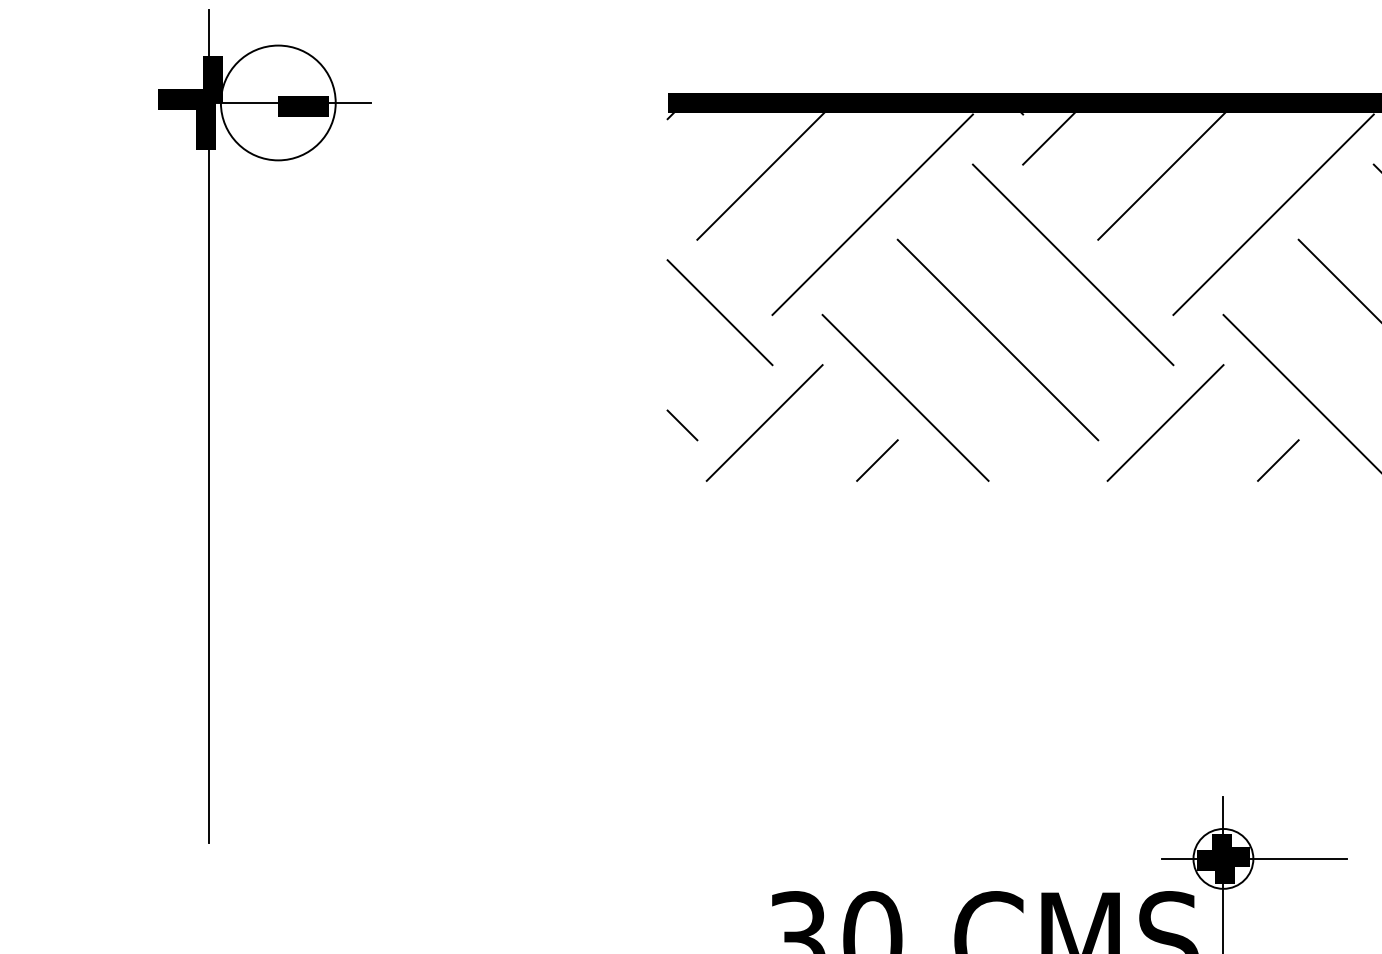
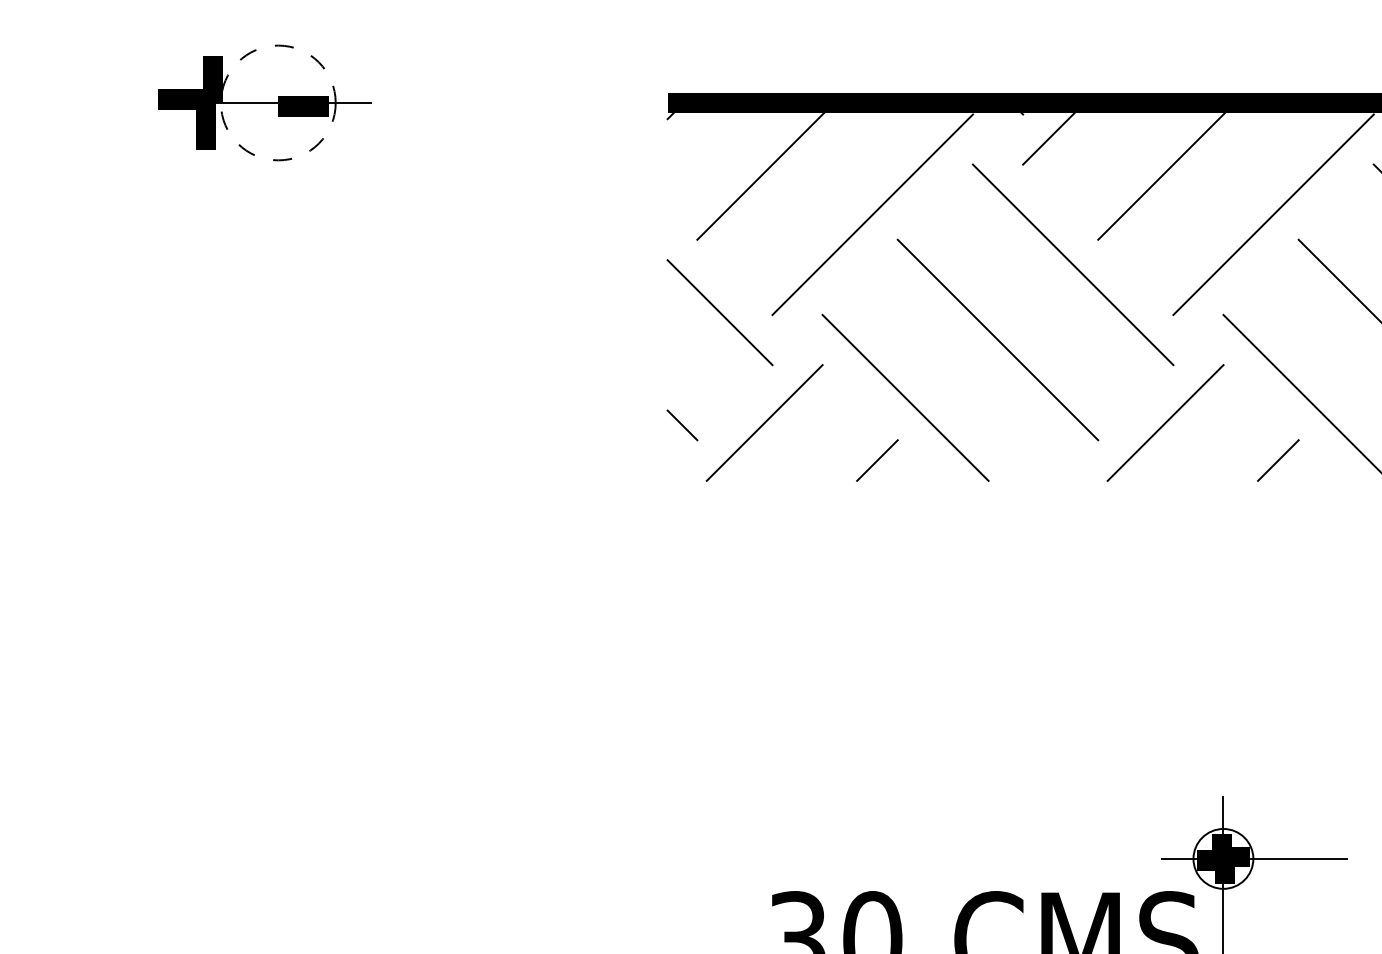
circle at (277, 102): solid -> dashed
line at (209, 426): present -> none
